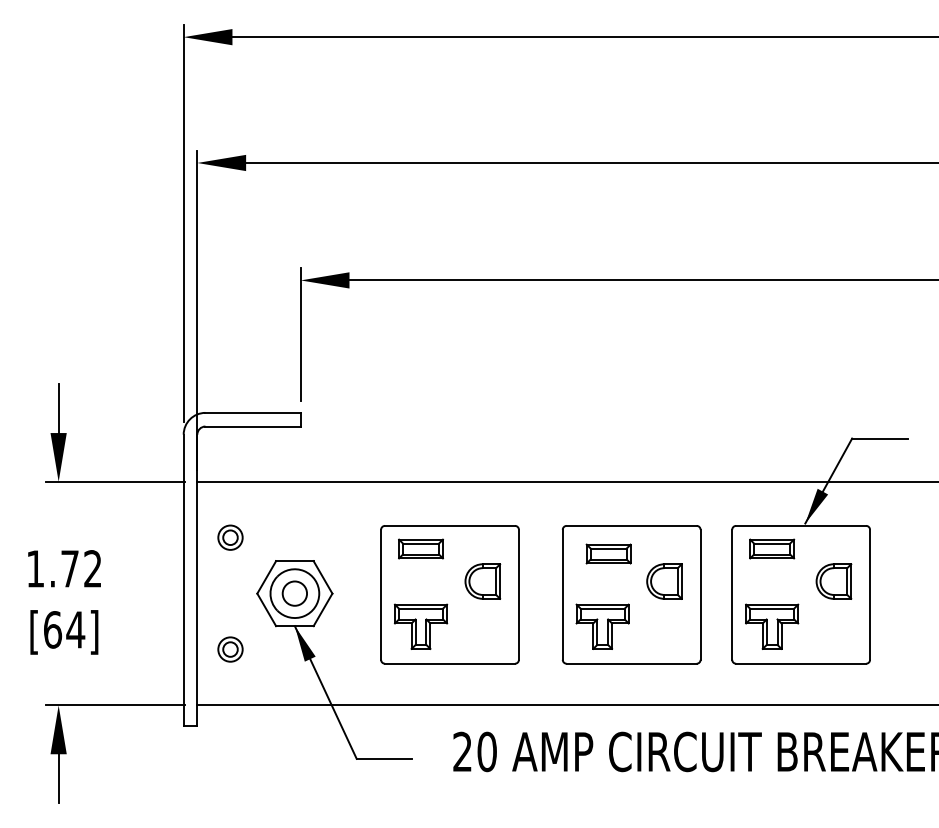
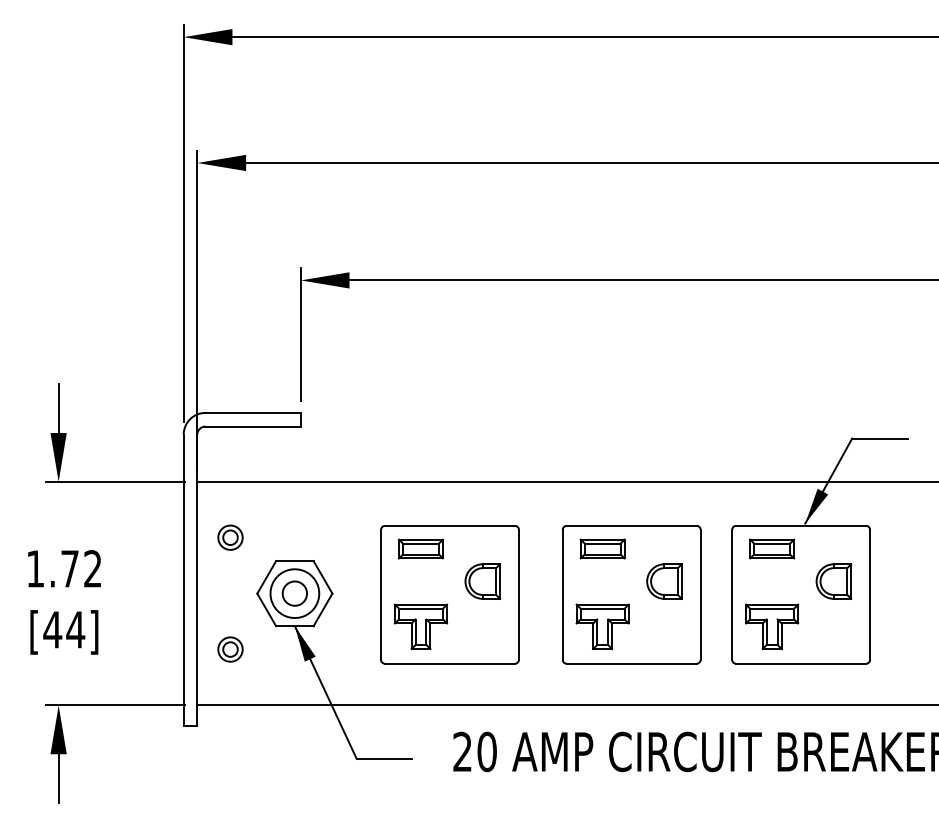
part at (608, 553) position: (608, 553) -> (602, 548)
text at (52, 629): [64] -> [44]
